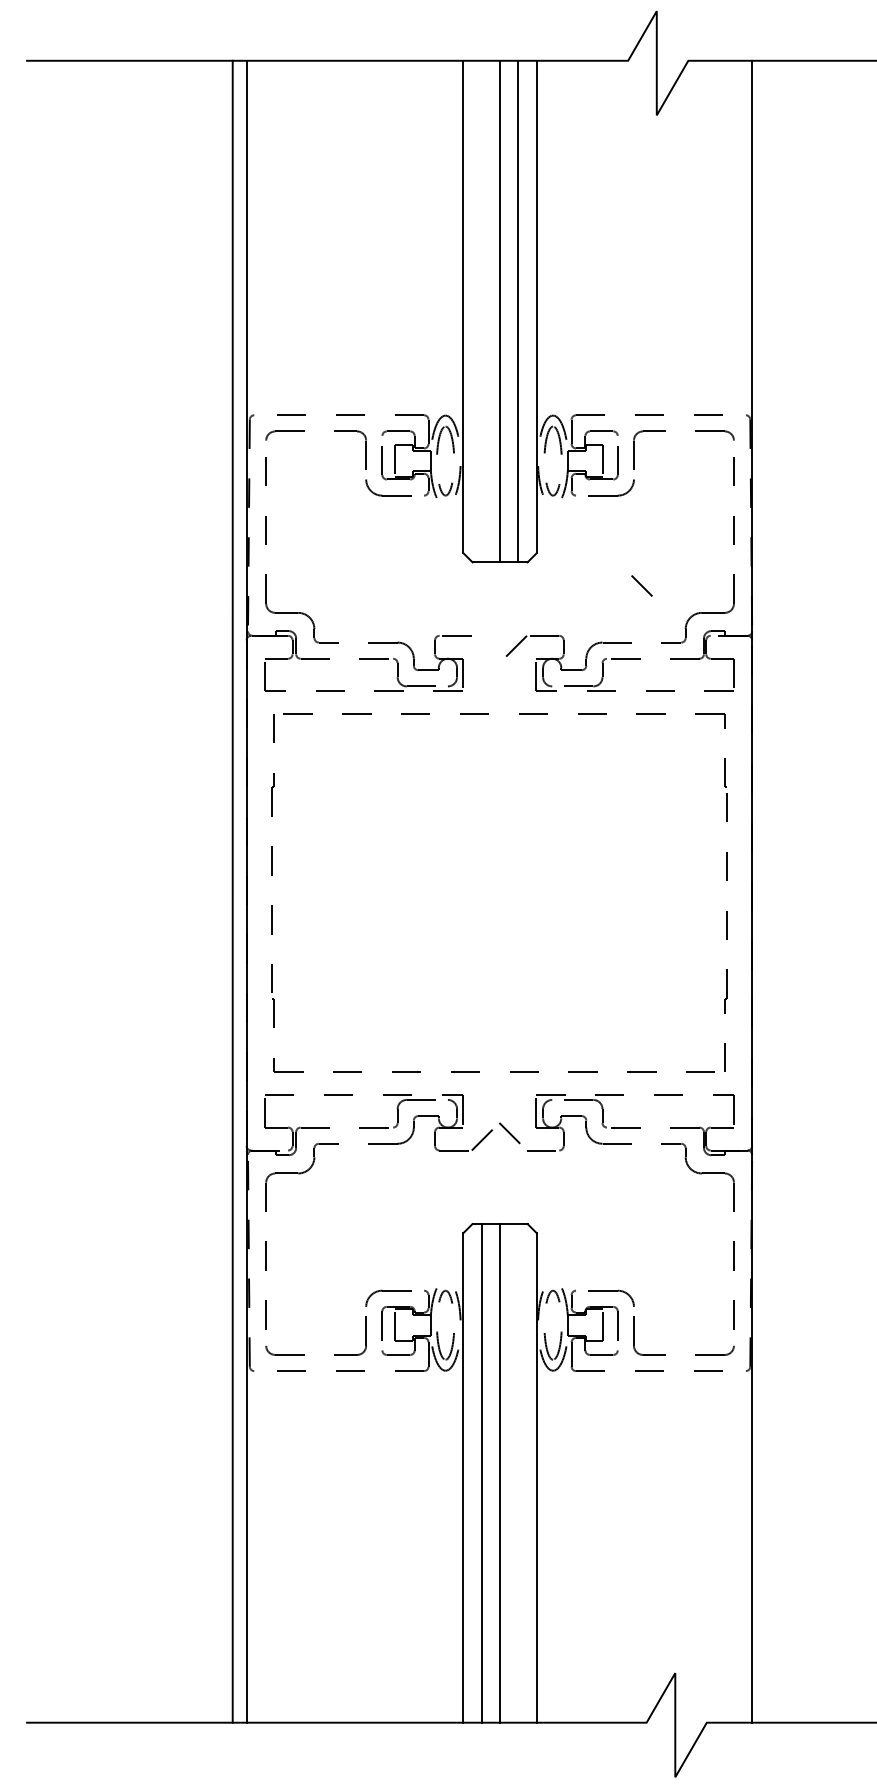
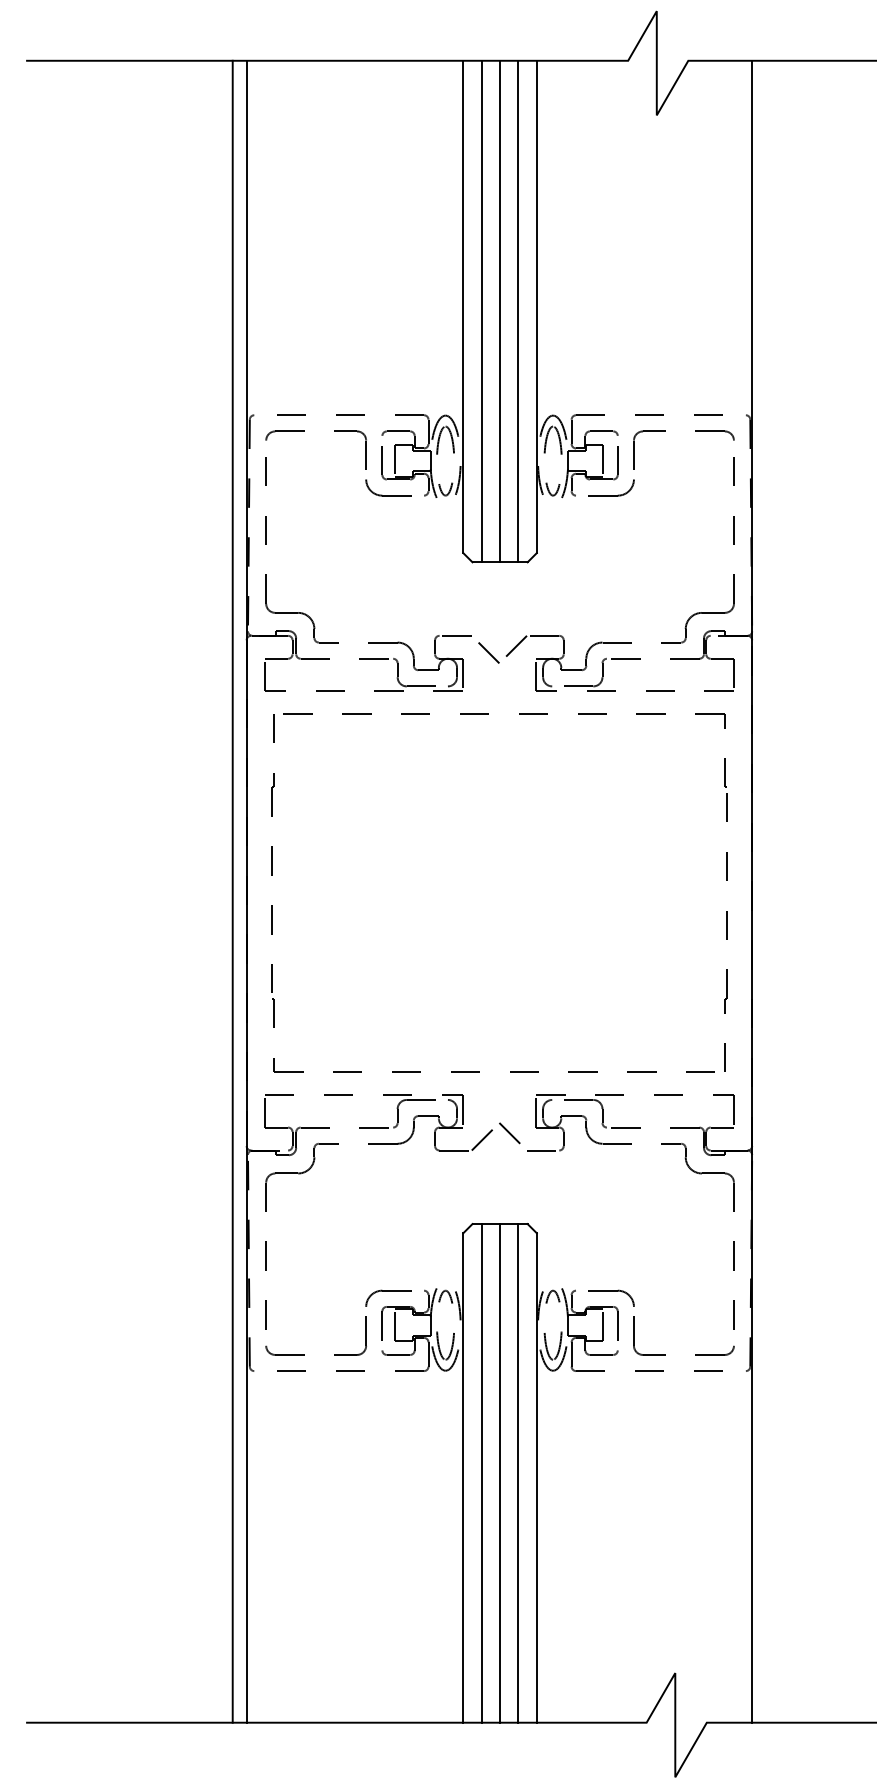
line at (481, 311): none -> present
line at (641, 585) position: (641, 585) -> (488, 652)
line at (518, 1473): none -> present
